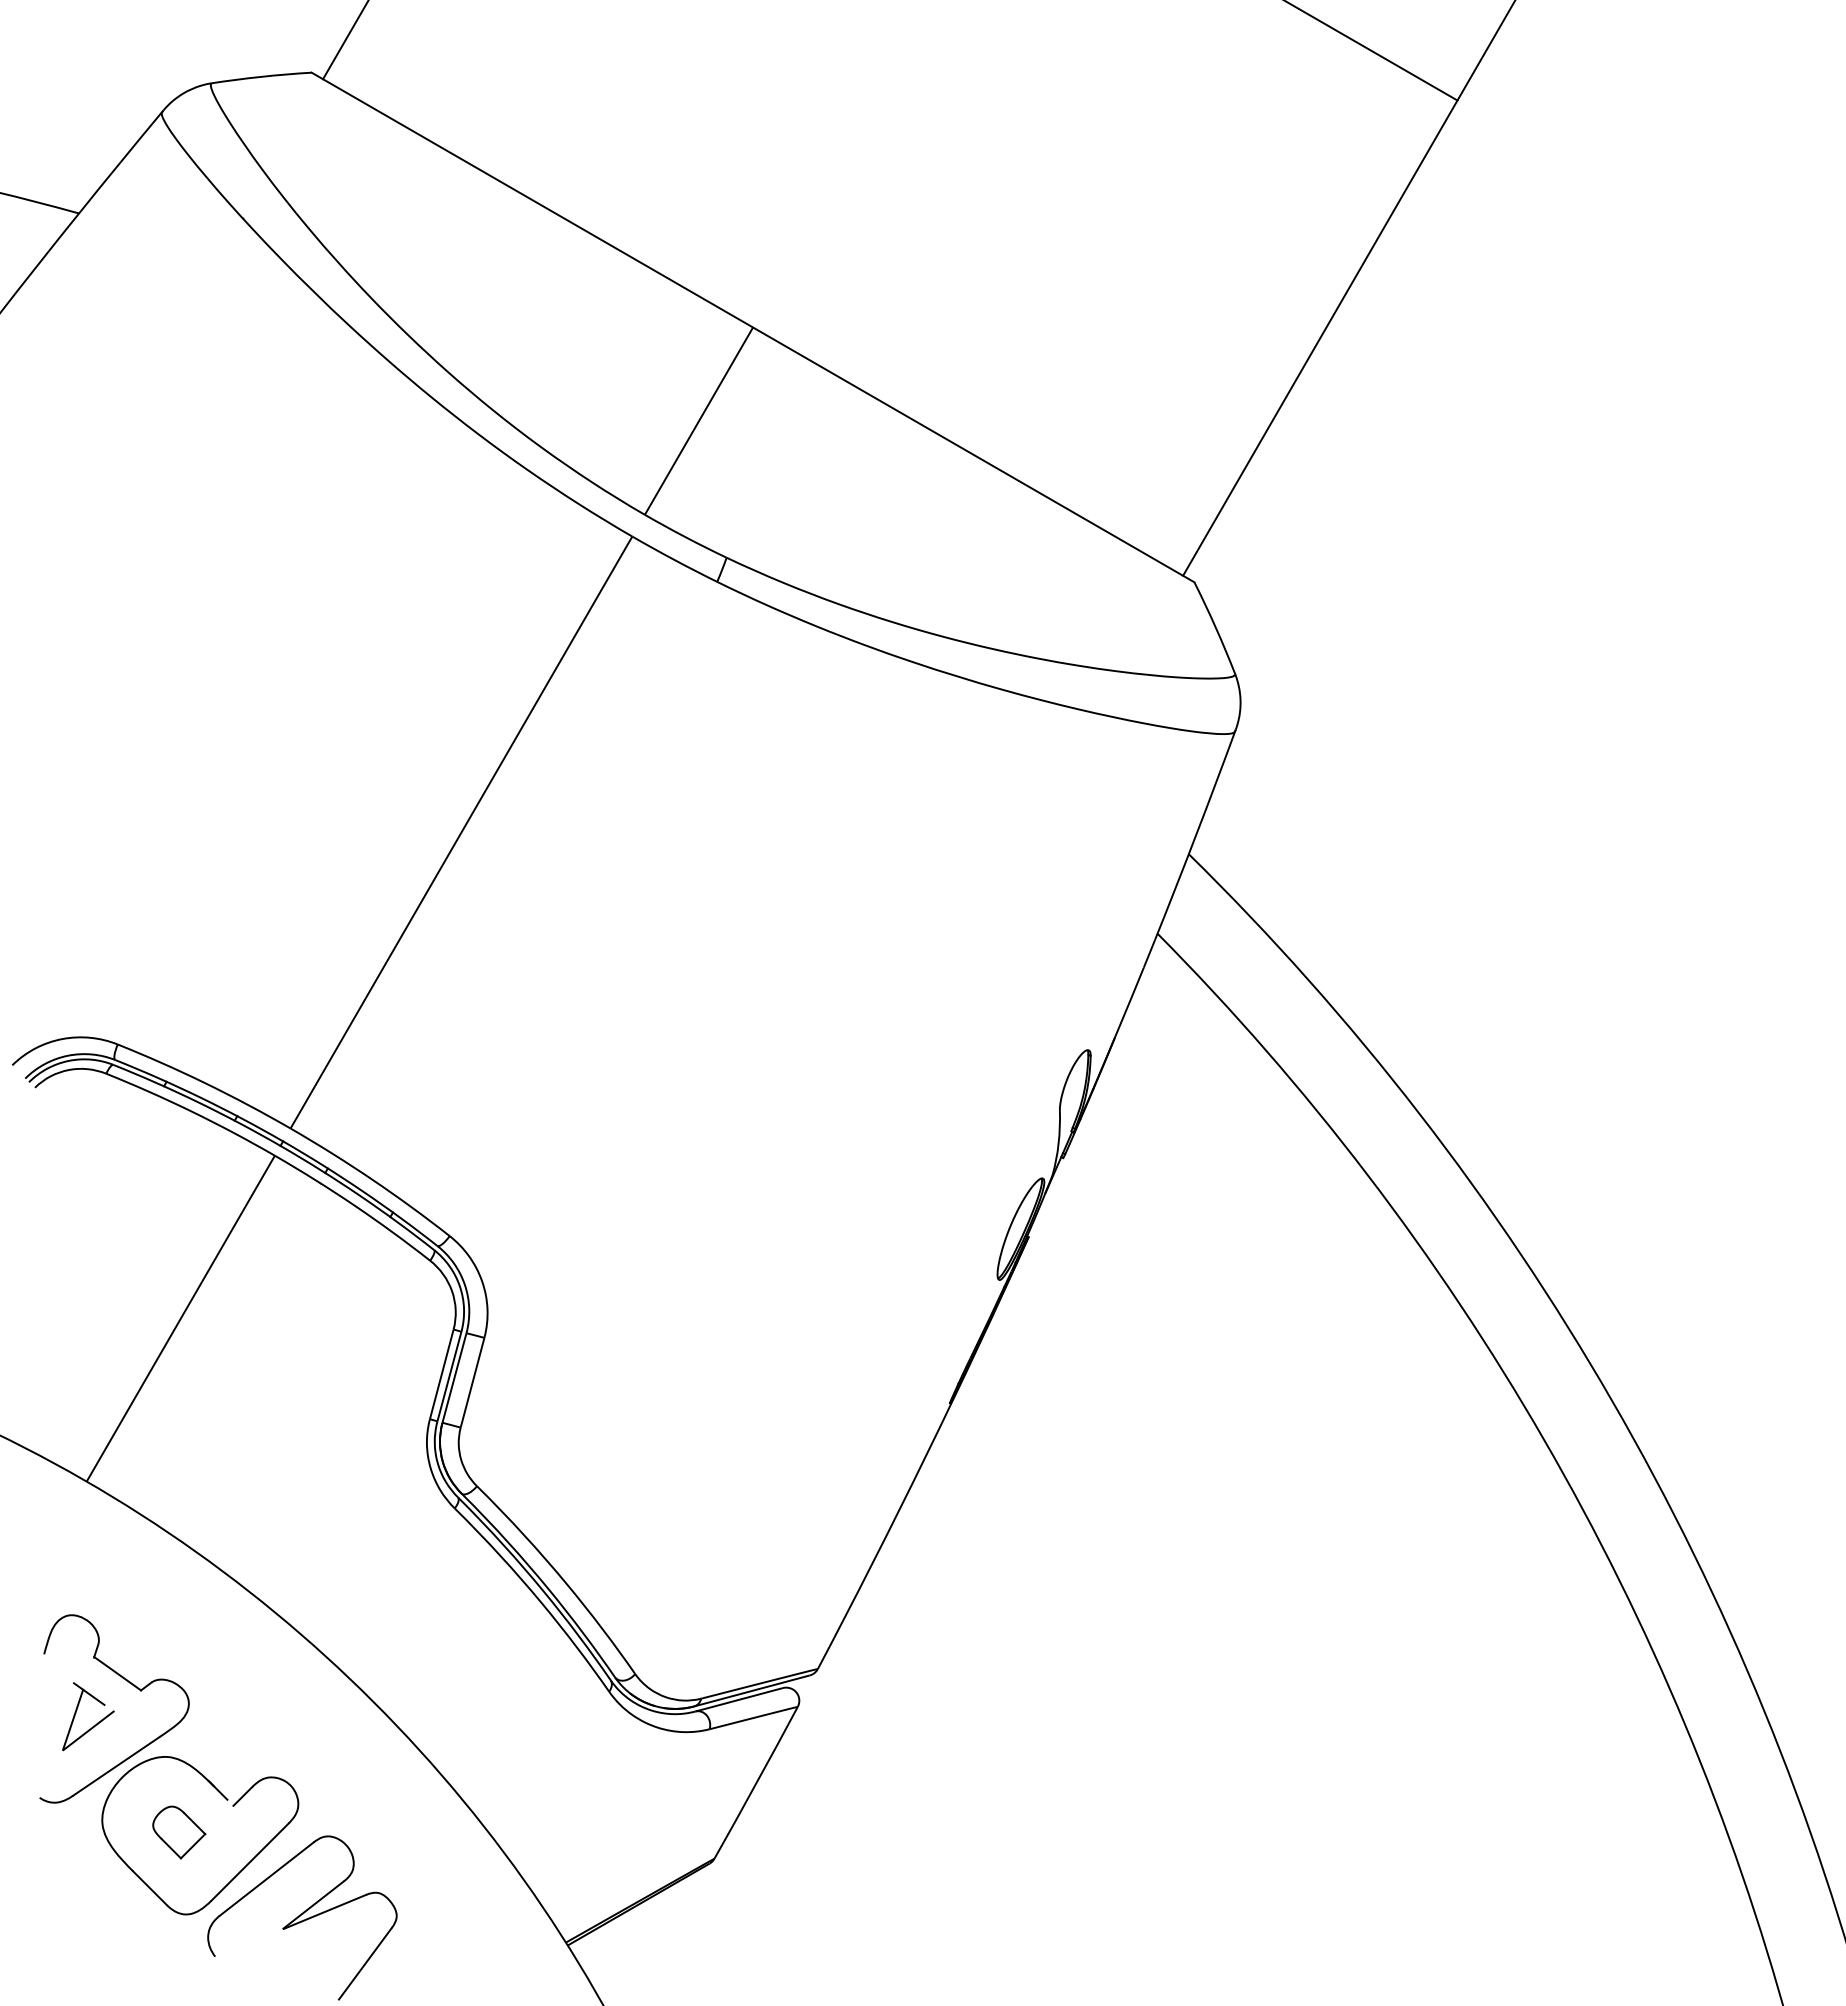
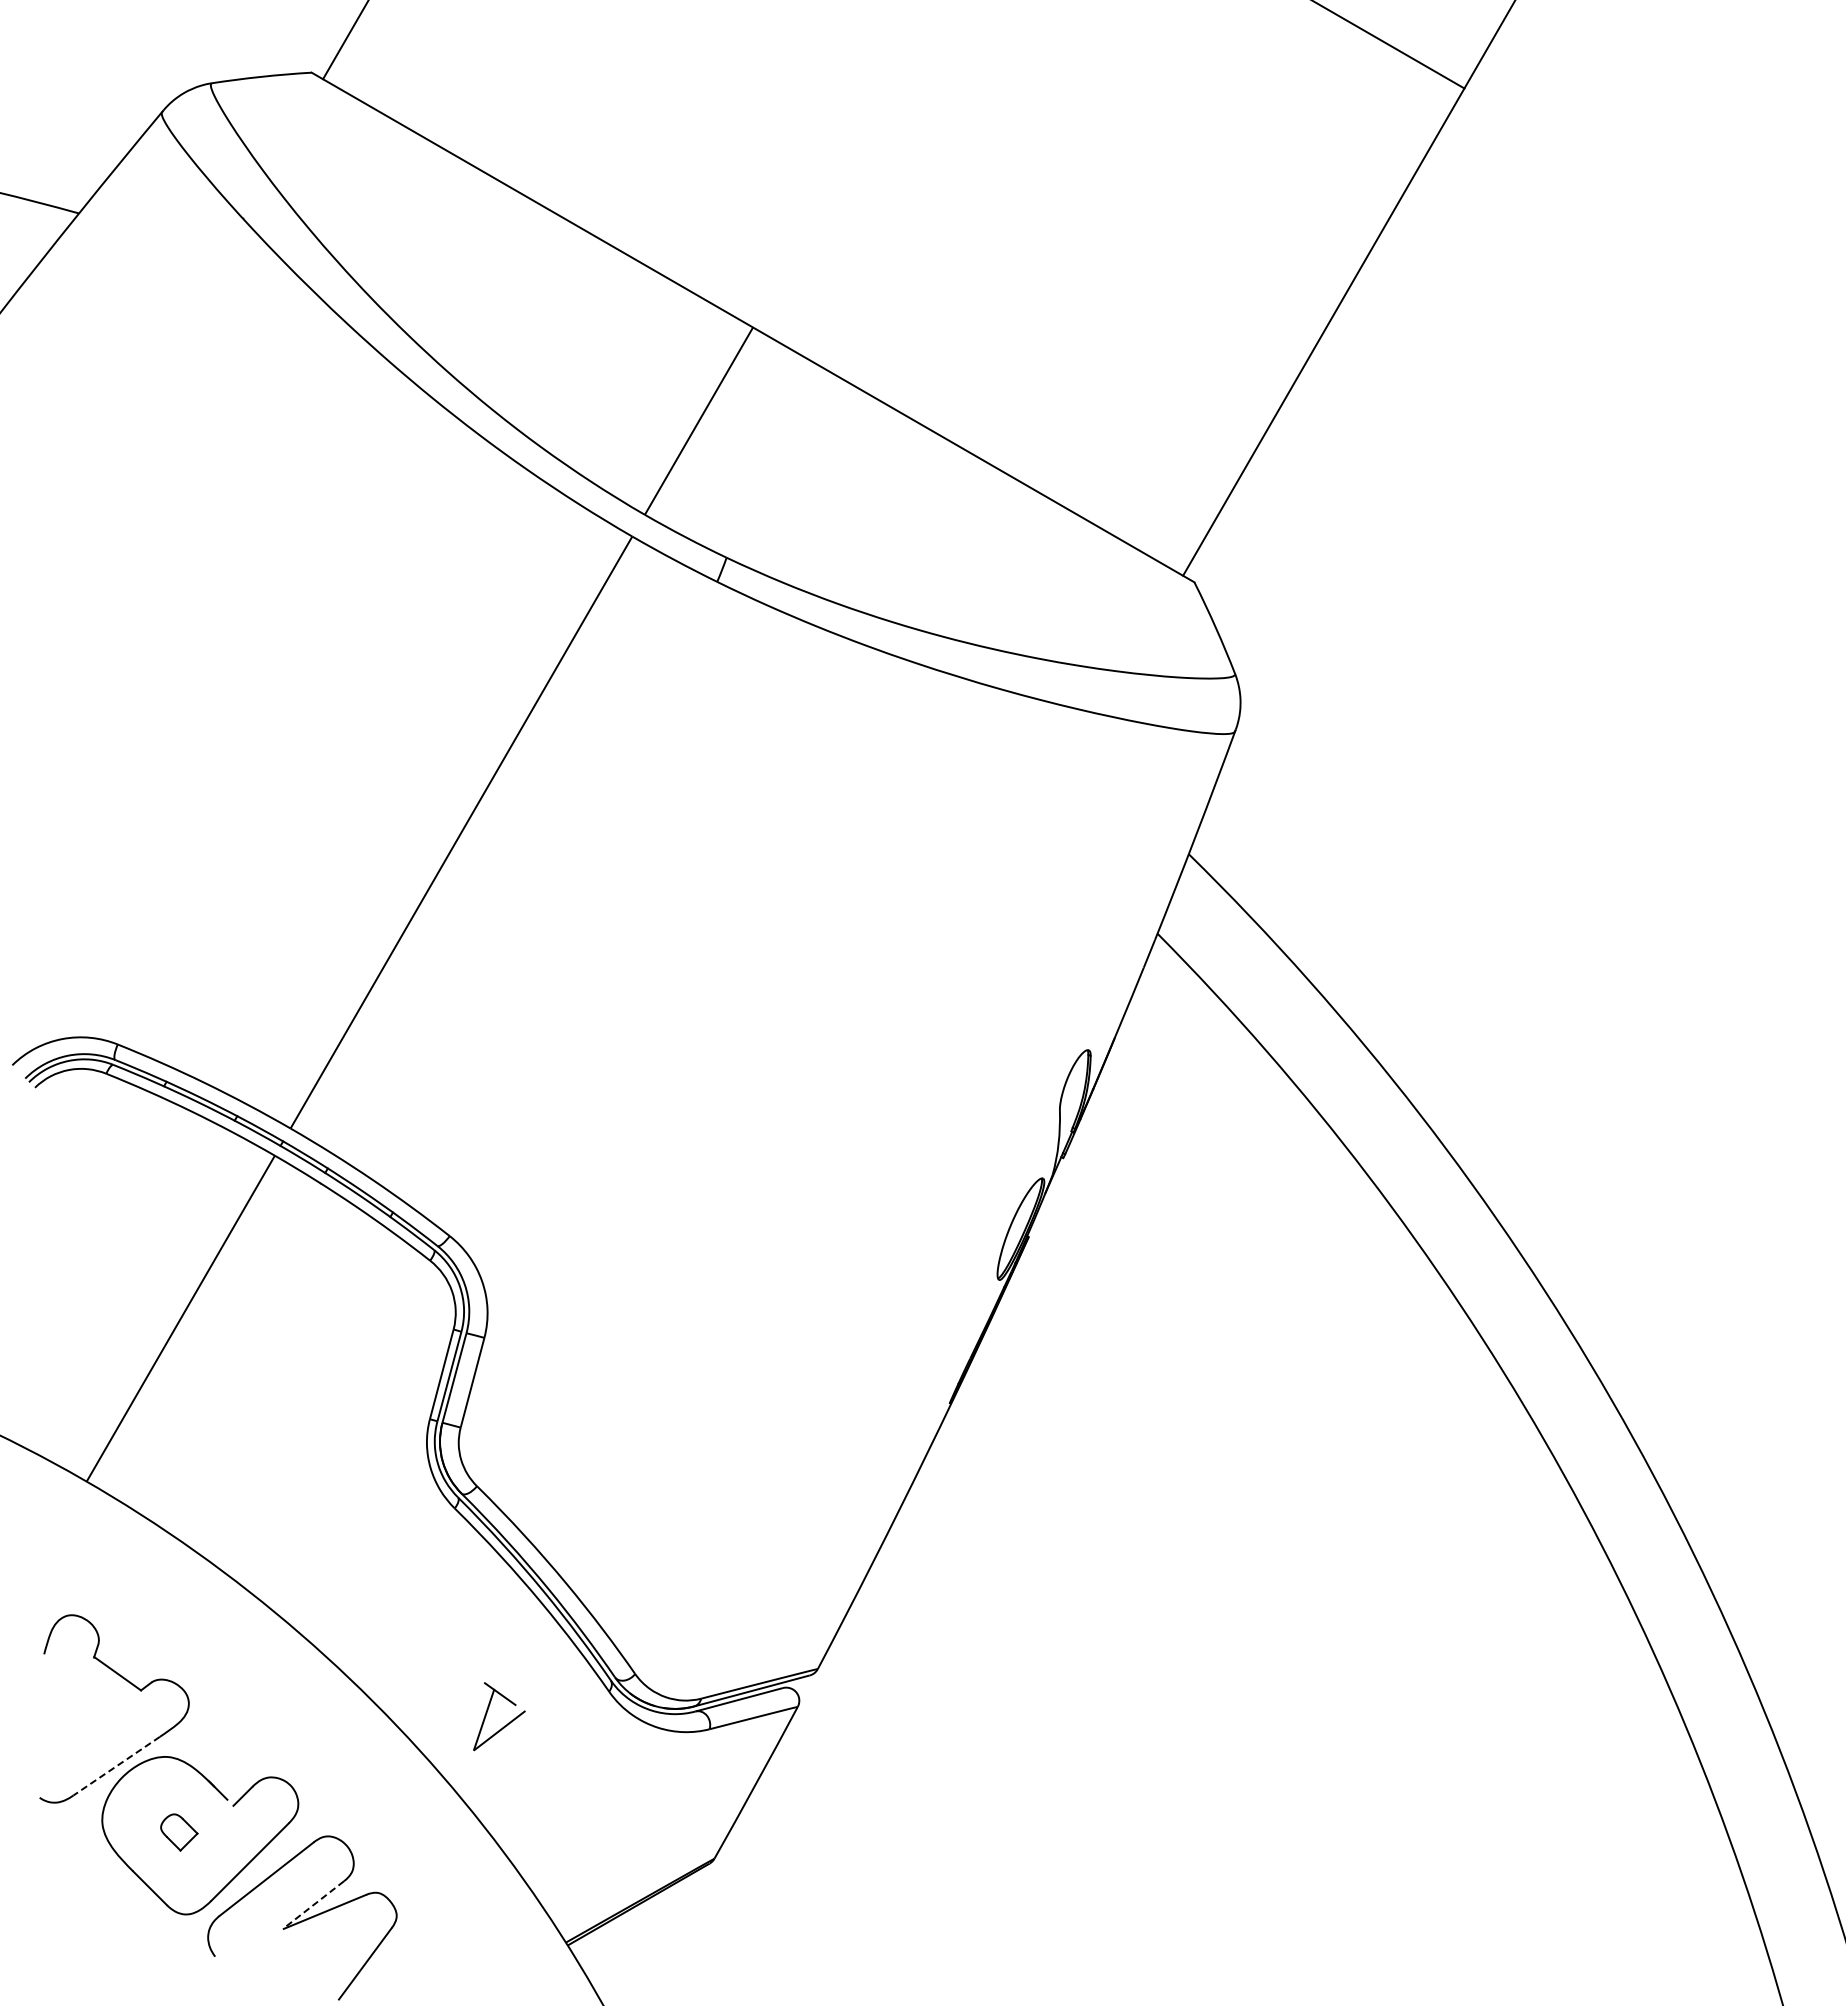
line at (1371, 51) position: (1371, 51) -> (1389, 45)
part at (93, 1725) position: (93, 1725) -> (504, 1725)
line at (116, 1766): solid -> dashed
part at (179, 1832) size: 55x55 px -> 39x39 px
line at (313, 1905): solid -> dashed
